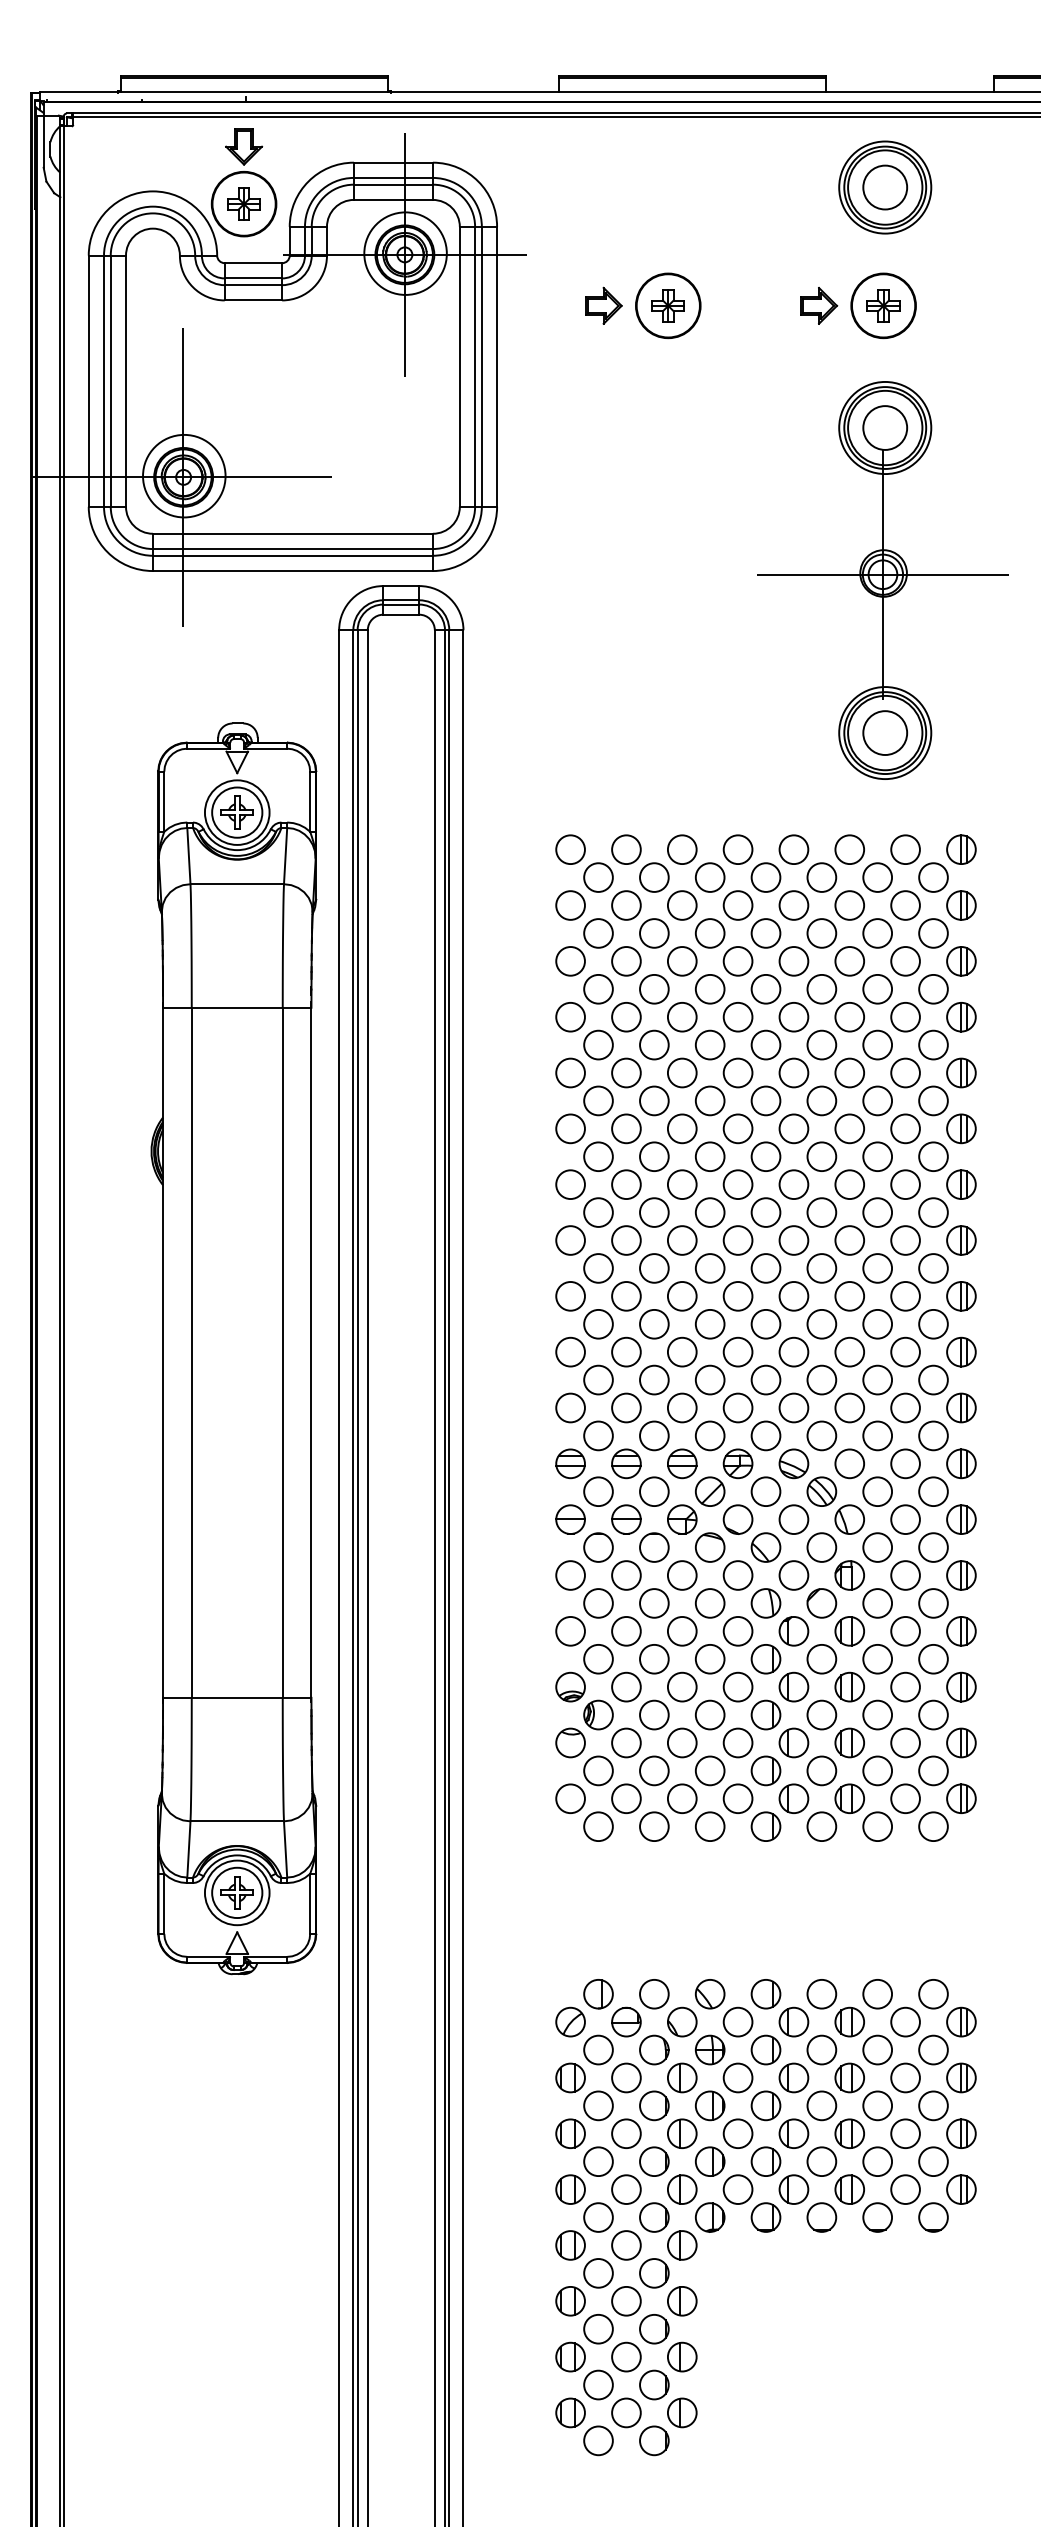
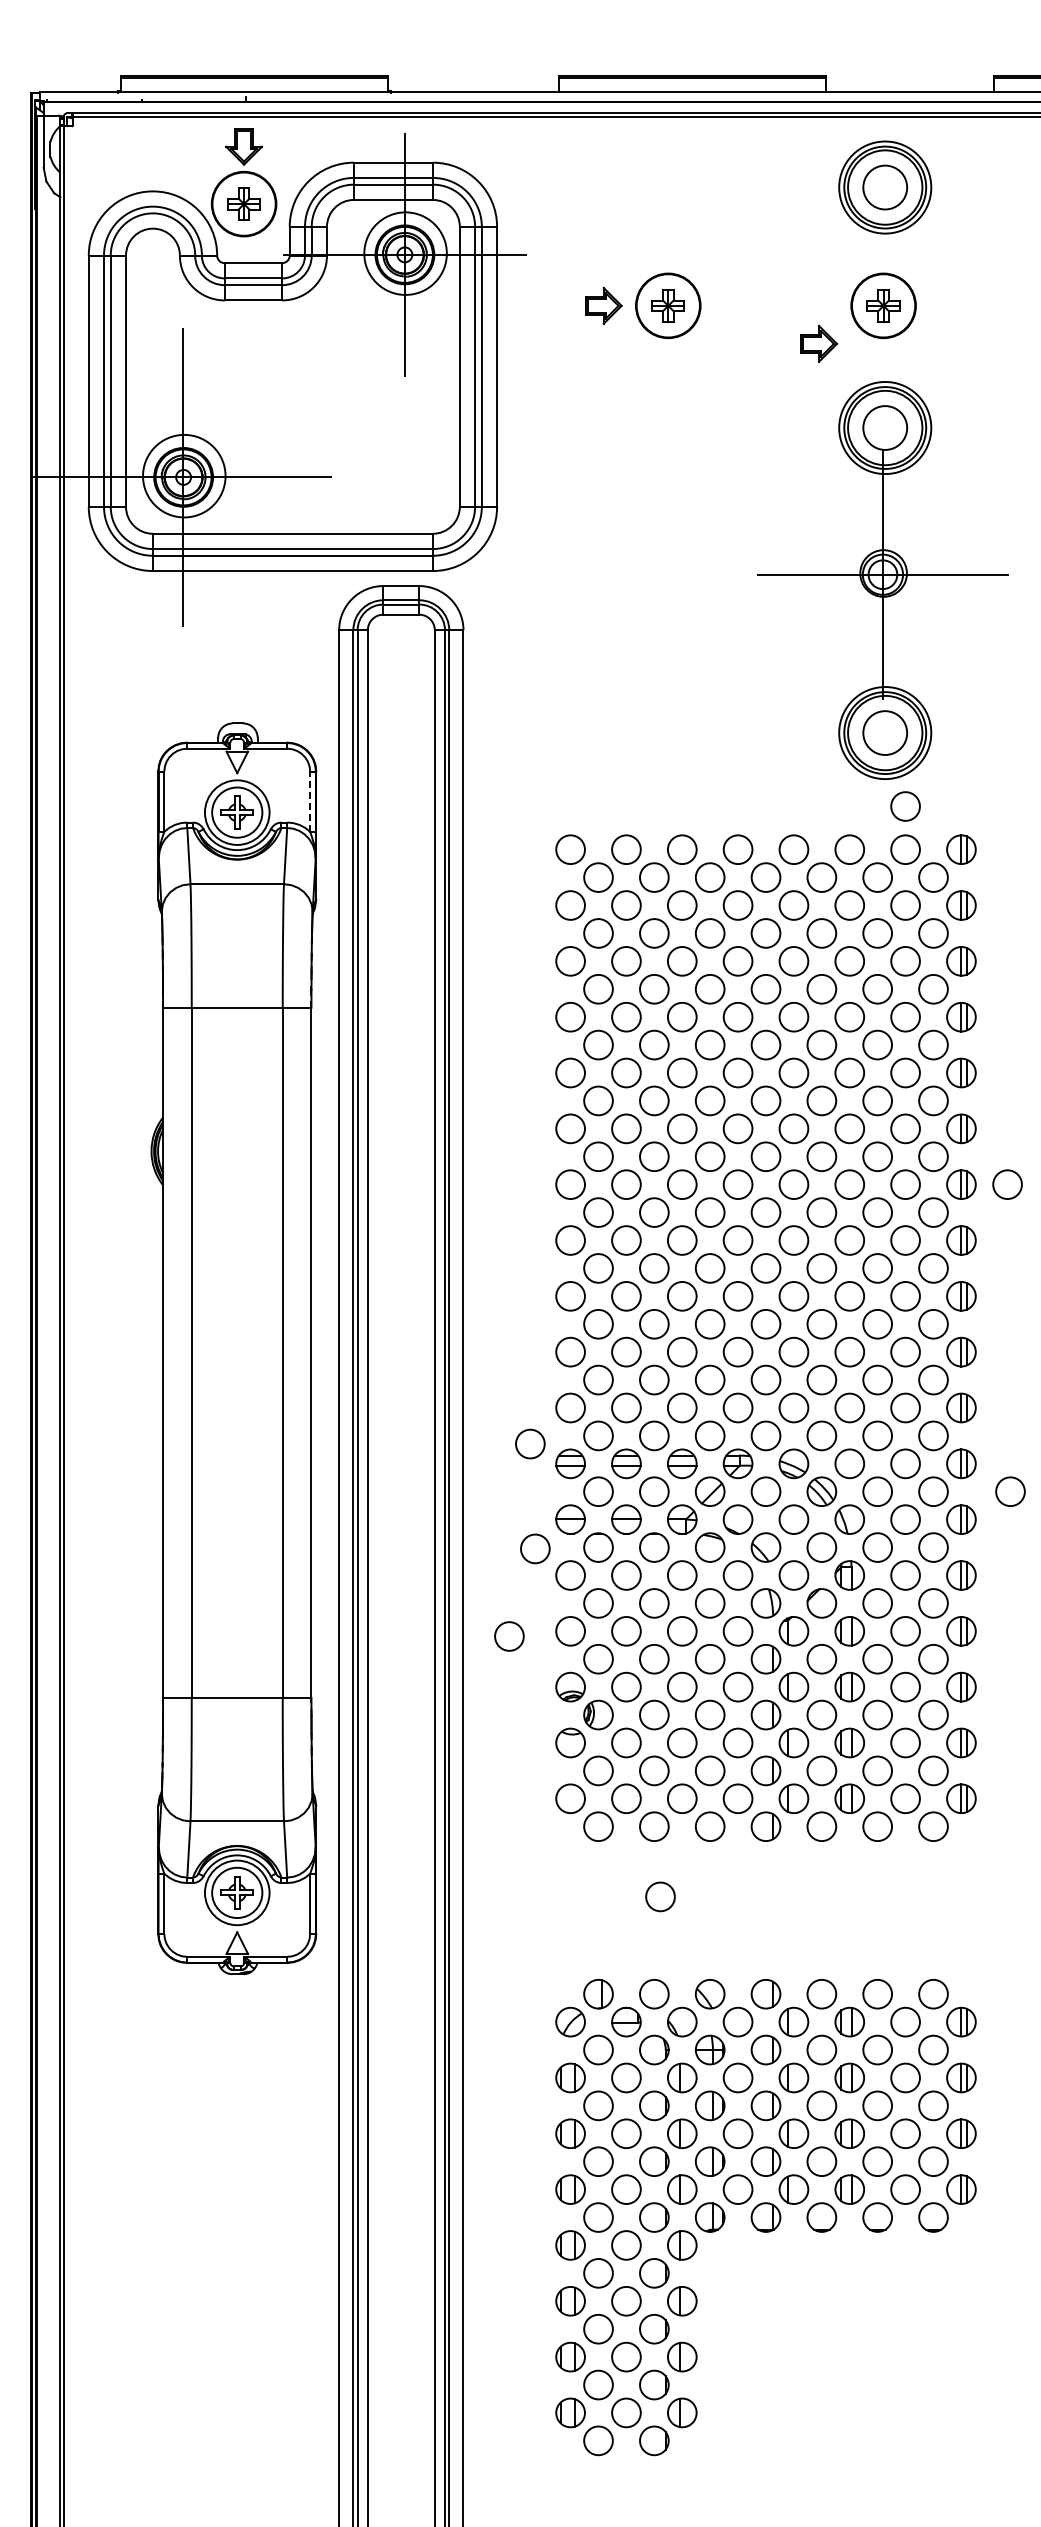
part at (819, 305) position: (819, 305) -> (819, 343)
line at (310, 801): solid -> dashed
circle at (905, 806): none -> present
circle at (1007, 1184): none -> present
circle at (530, 1443): none -> present
circle at (1010, 1491): none -> present
circle at (535, 1548): none -> present
circle at (509, 1636): none -> present
circle at (660, 1896): none -> present
